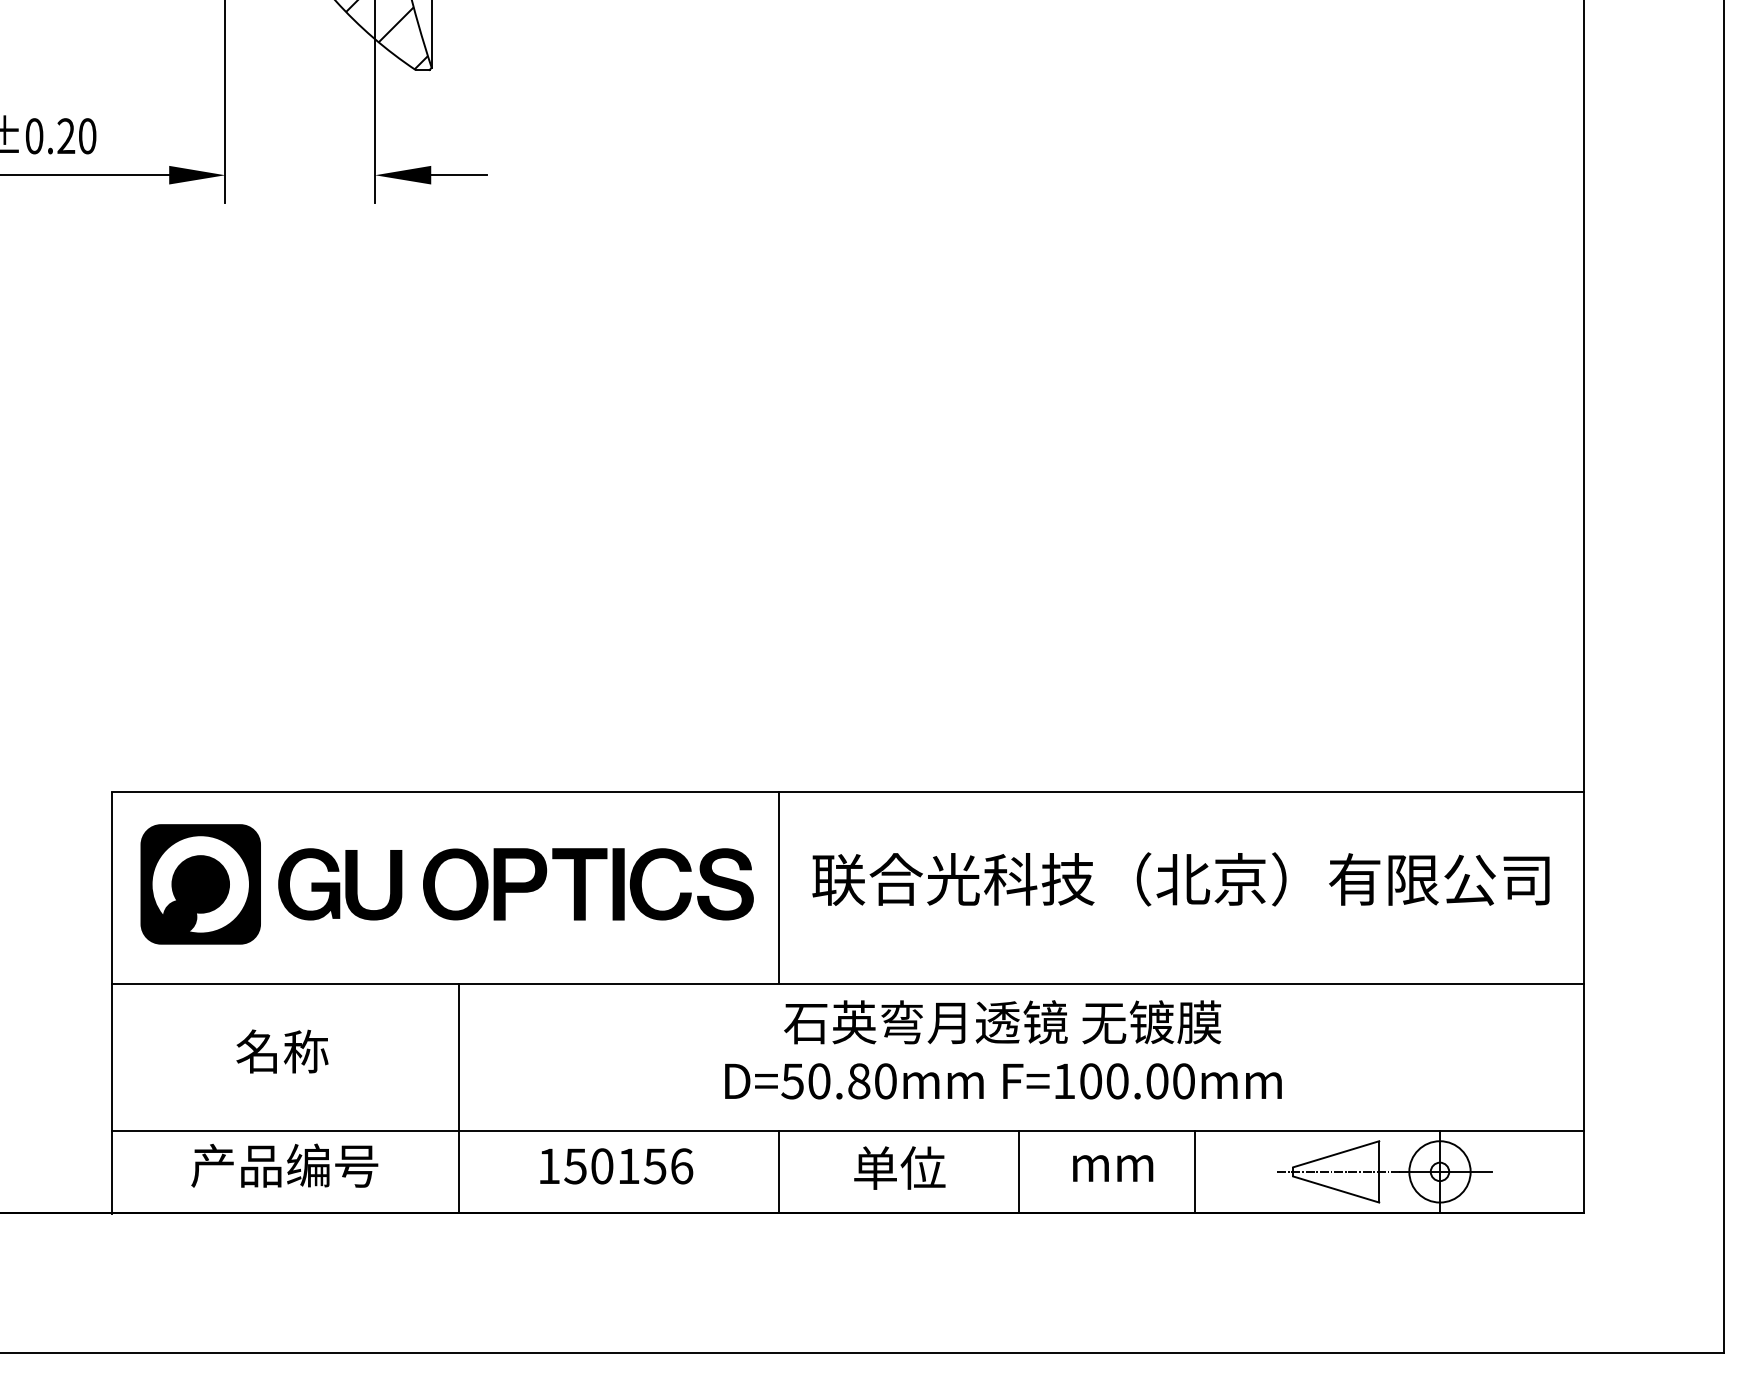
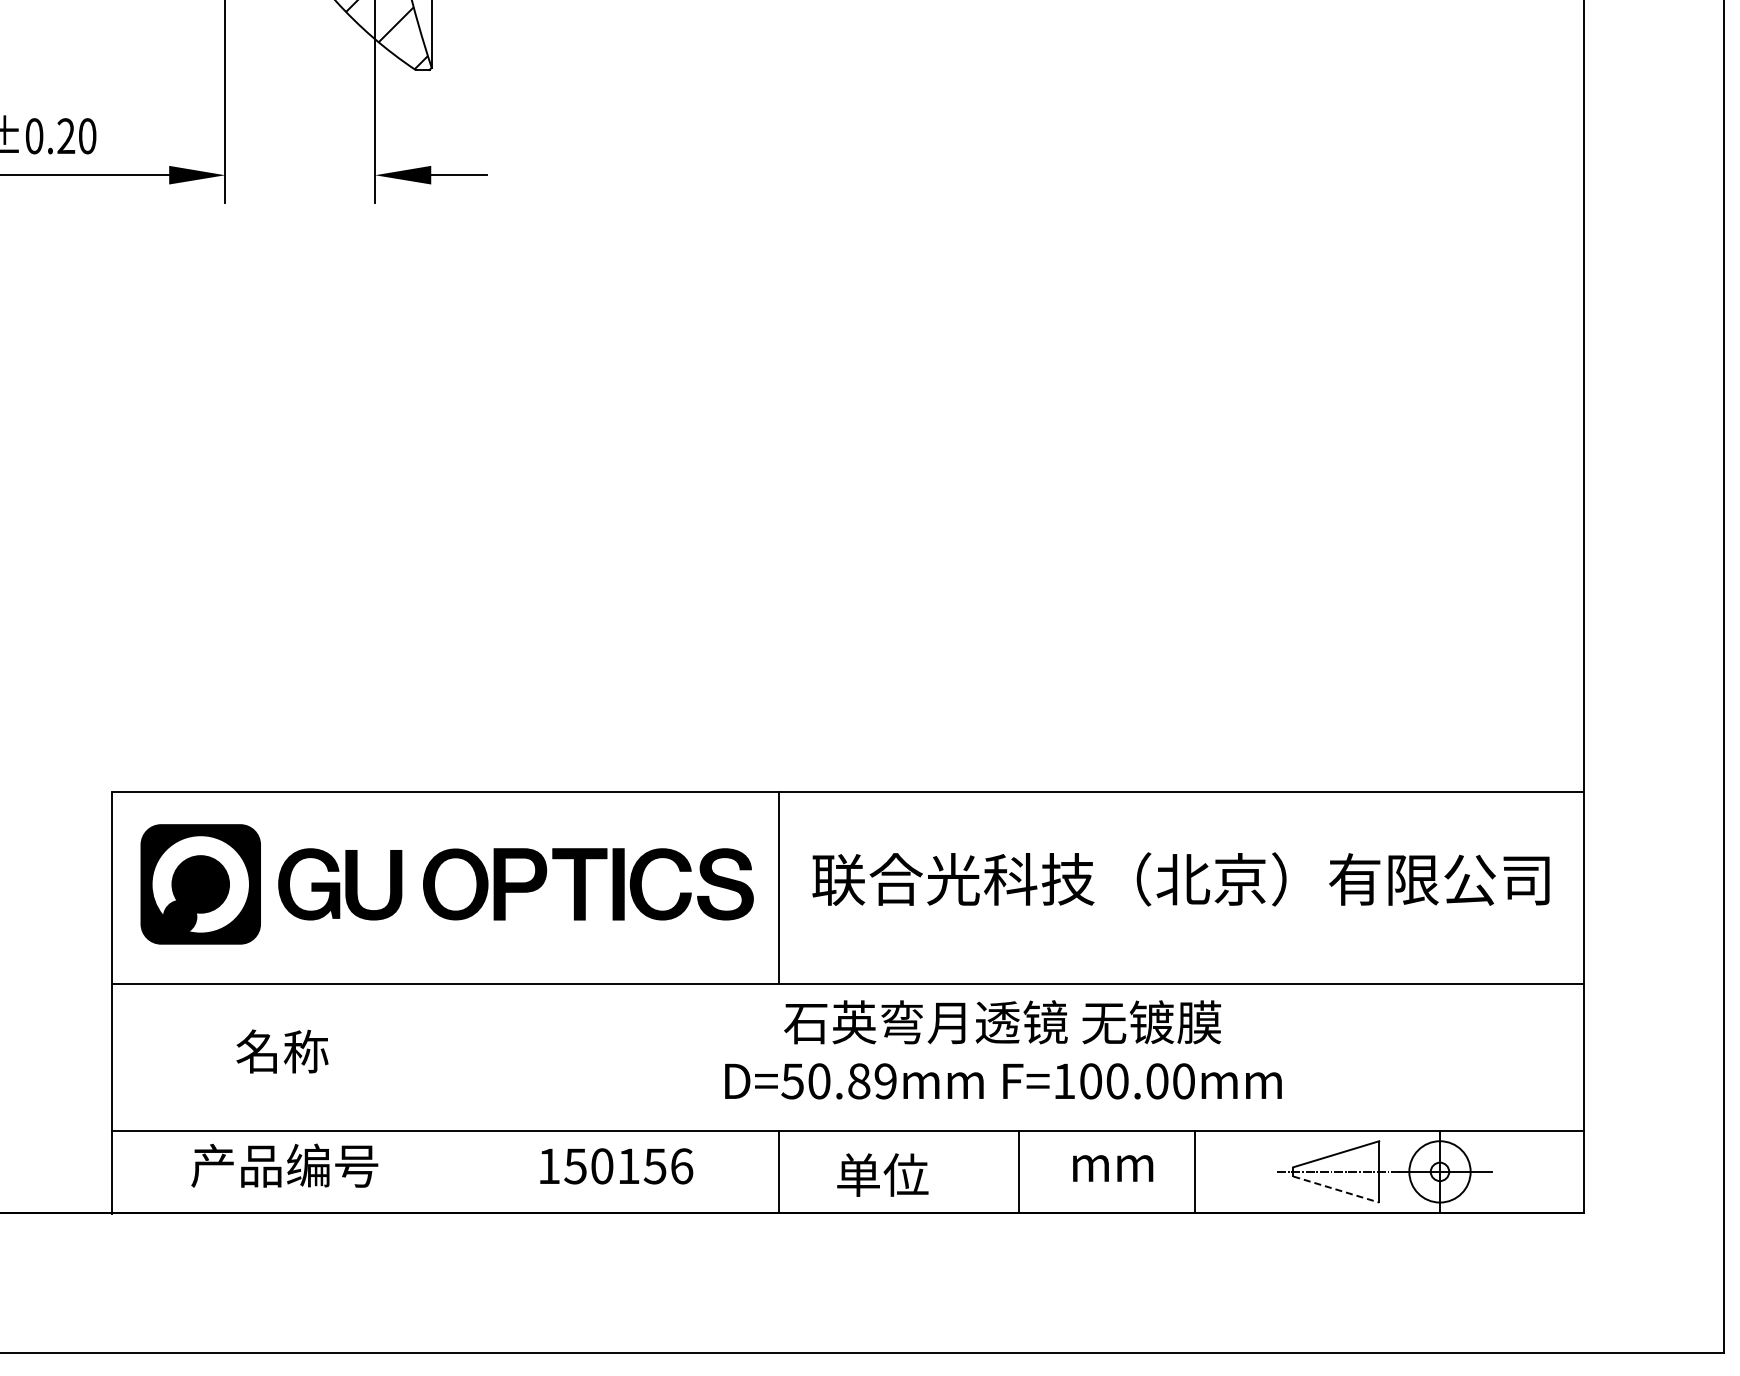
text at (885, 1081): D=50.80mm -> D=50.89mm
line at (458, 1097): present -> none
text at (899, 1167) position: (899, 1167) -> (882, 1174)
line at (1336, 1189): solid -> dashed
